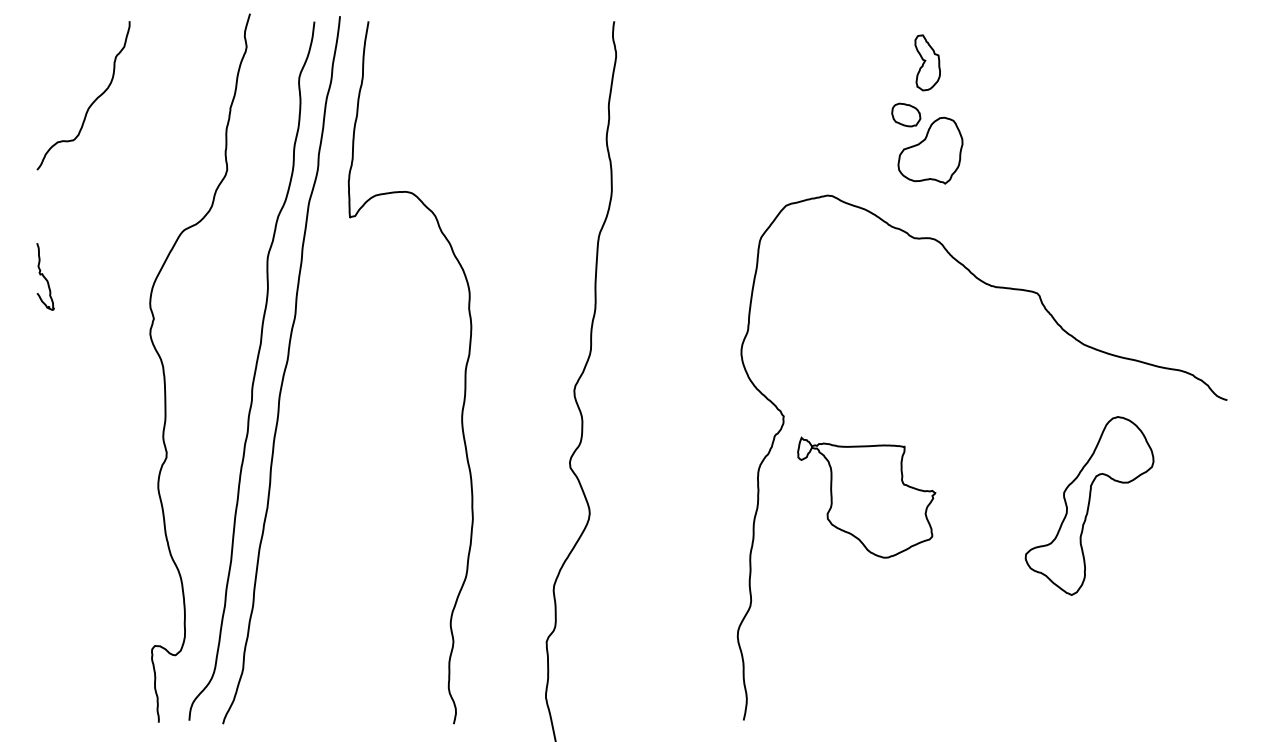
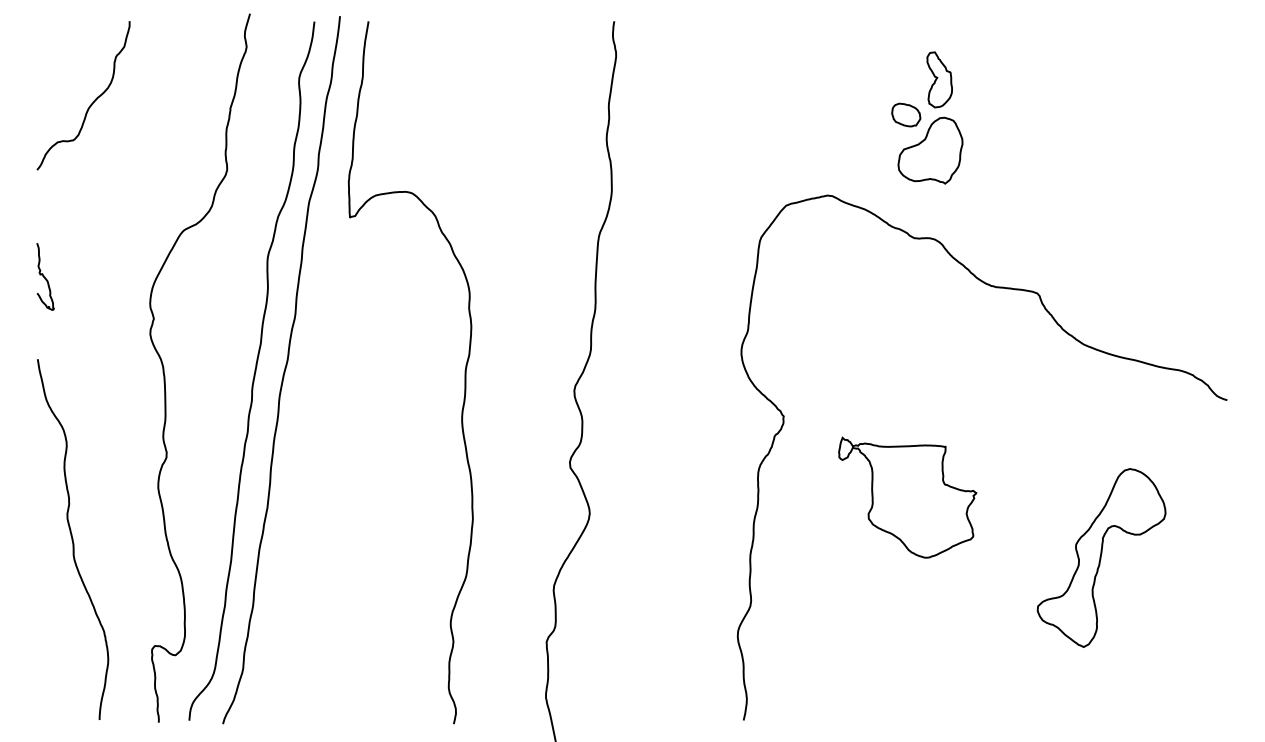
part at (927, 62) position: (927, 62) -> (939, 79)
part at (866, 497) position: (866, 497) -> (907, 497)
part at (1089, 505) position: (1089, 505) -> (1101, 557)
curve at (73, 539): none -> present
